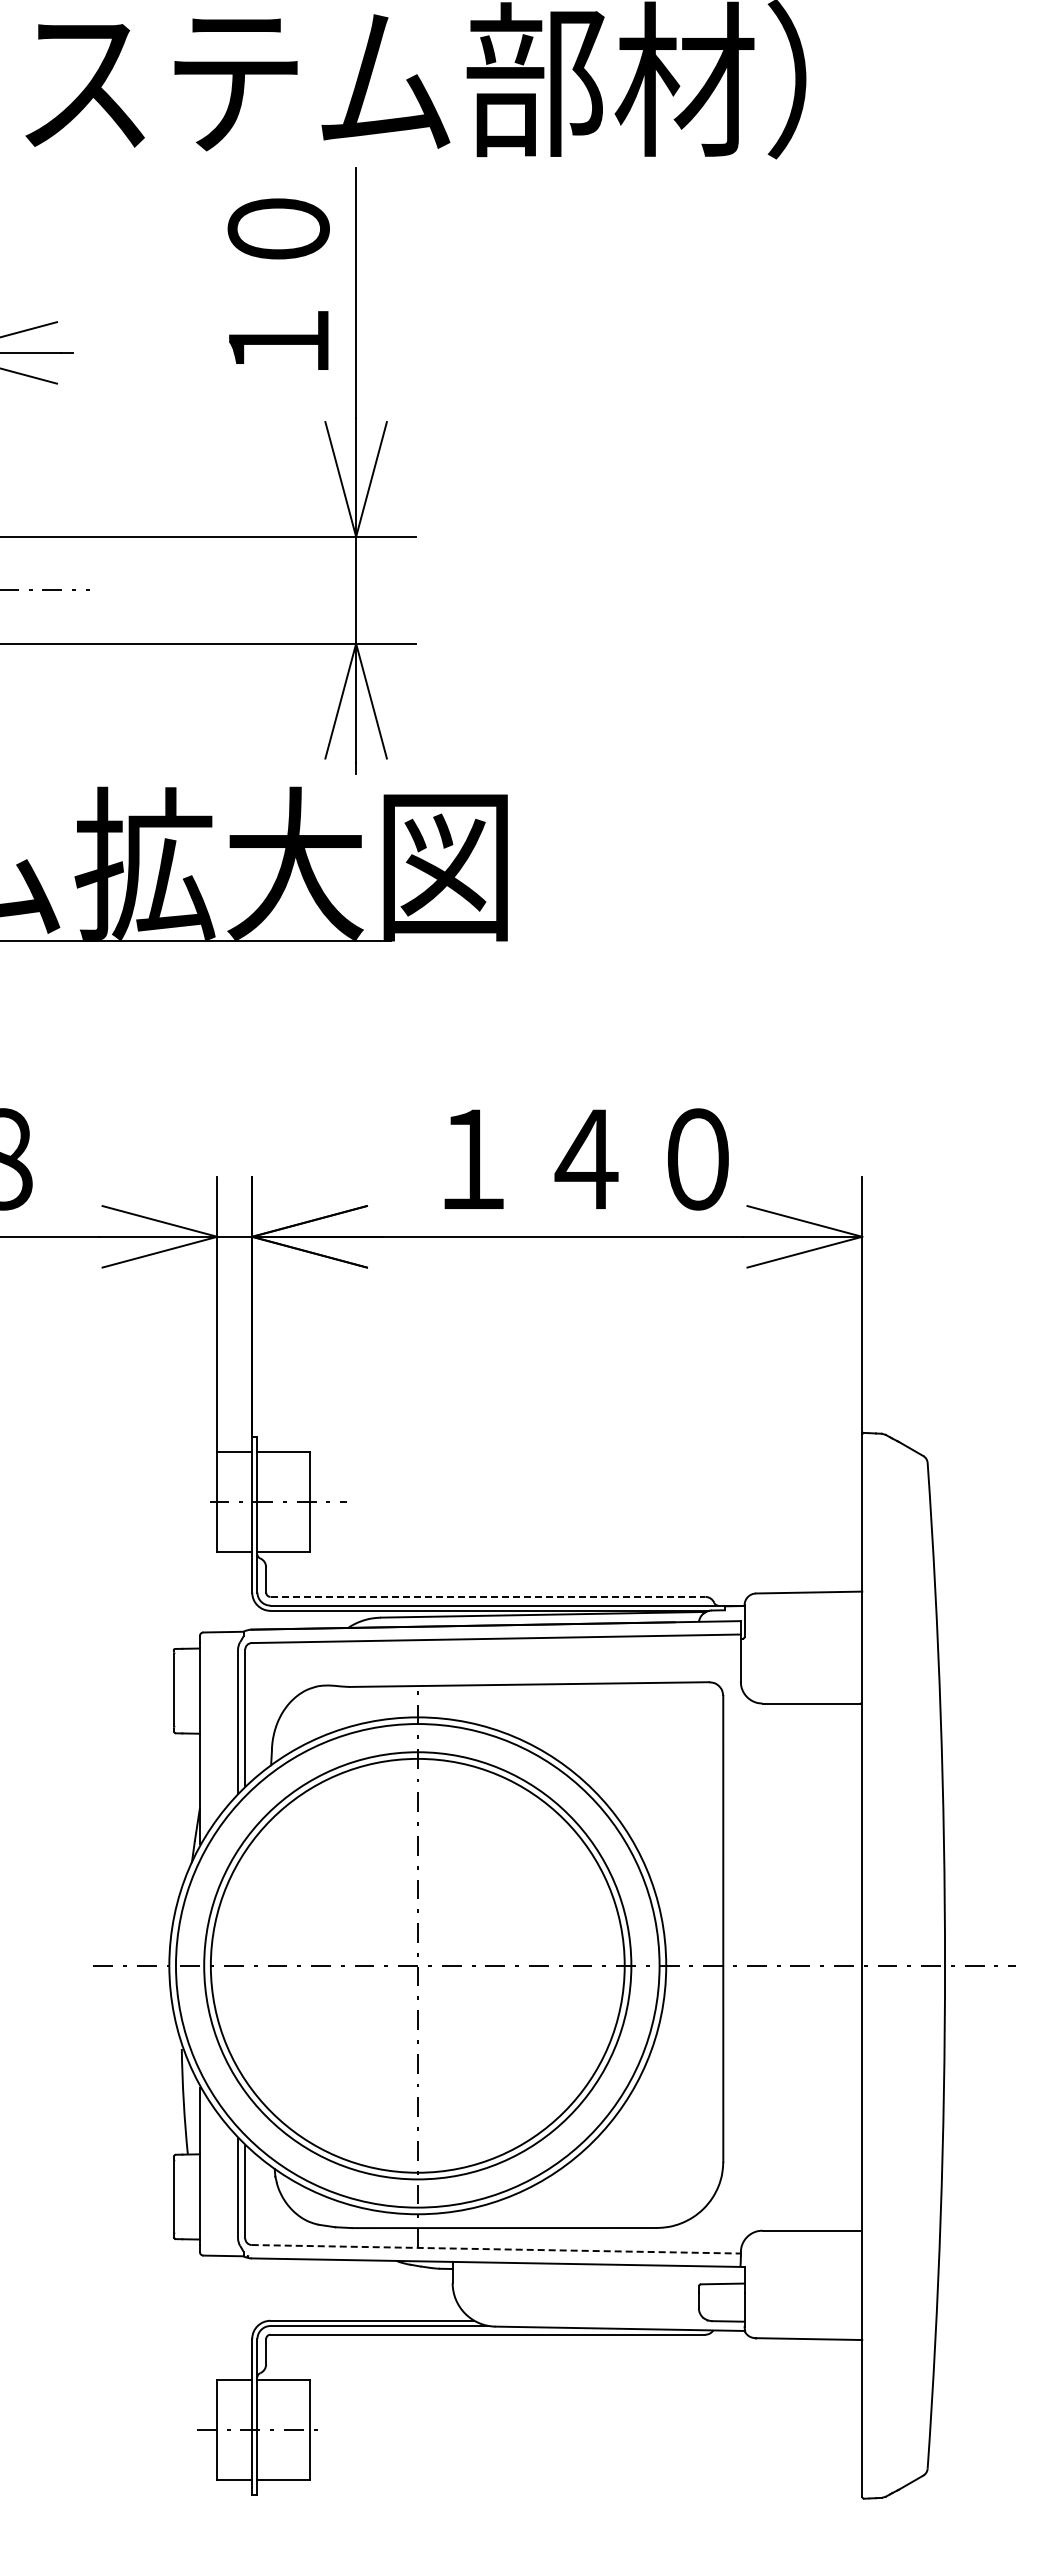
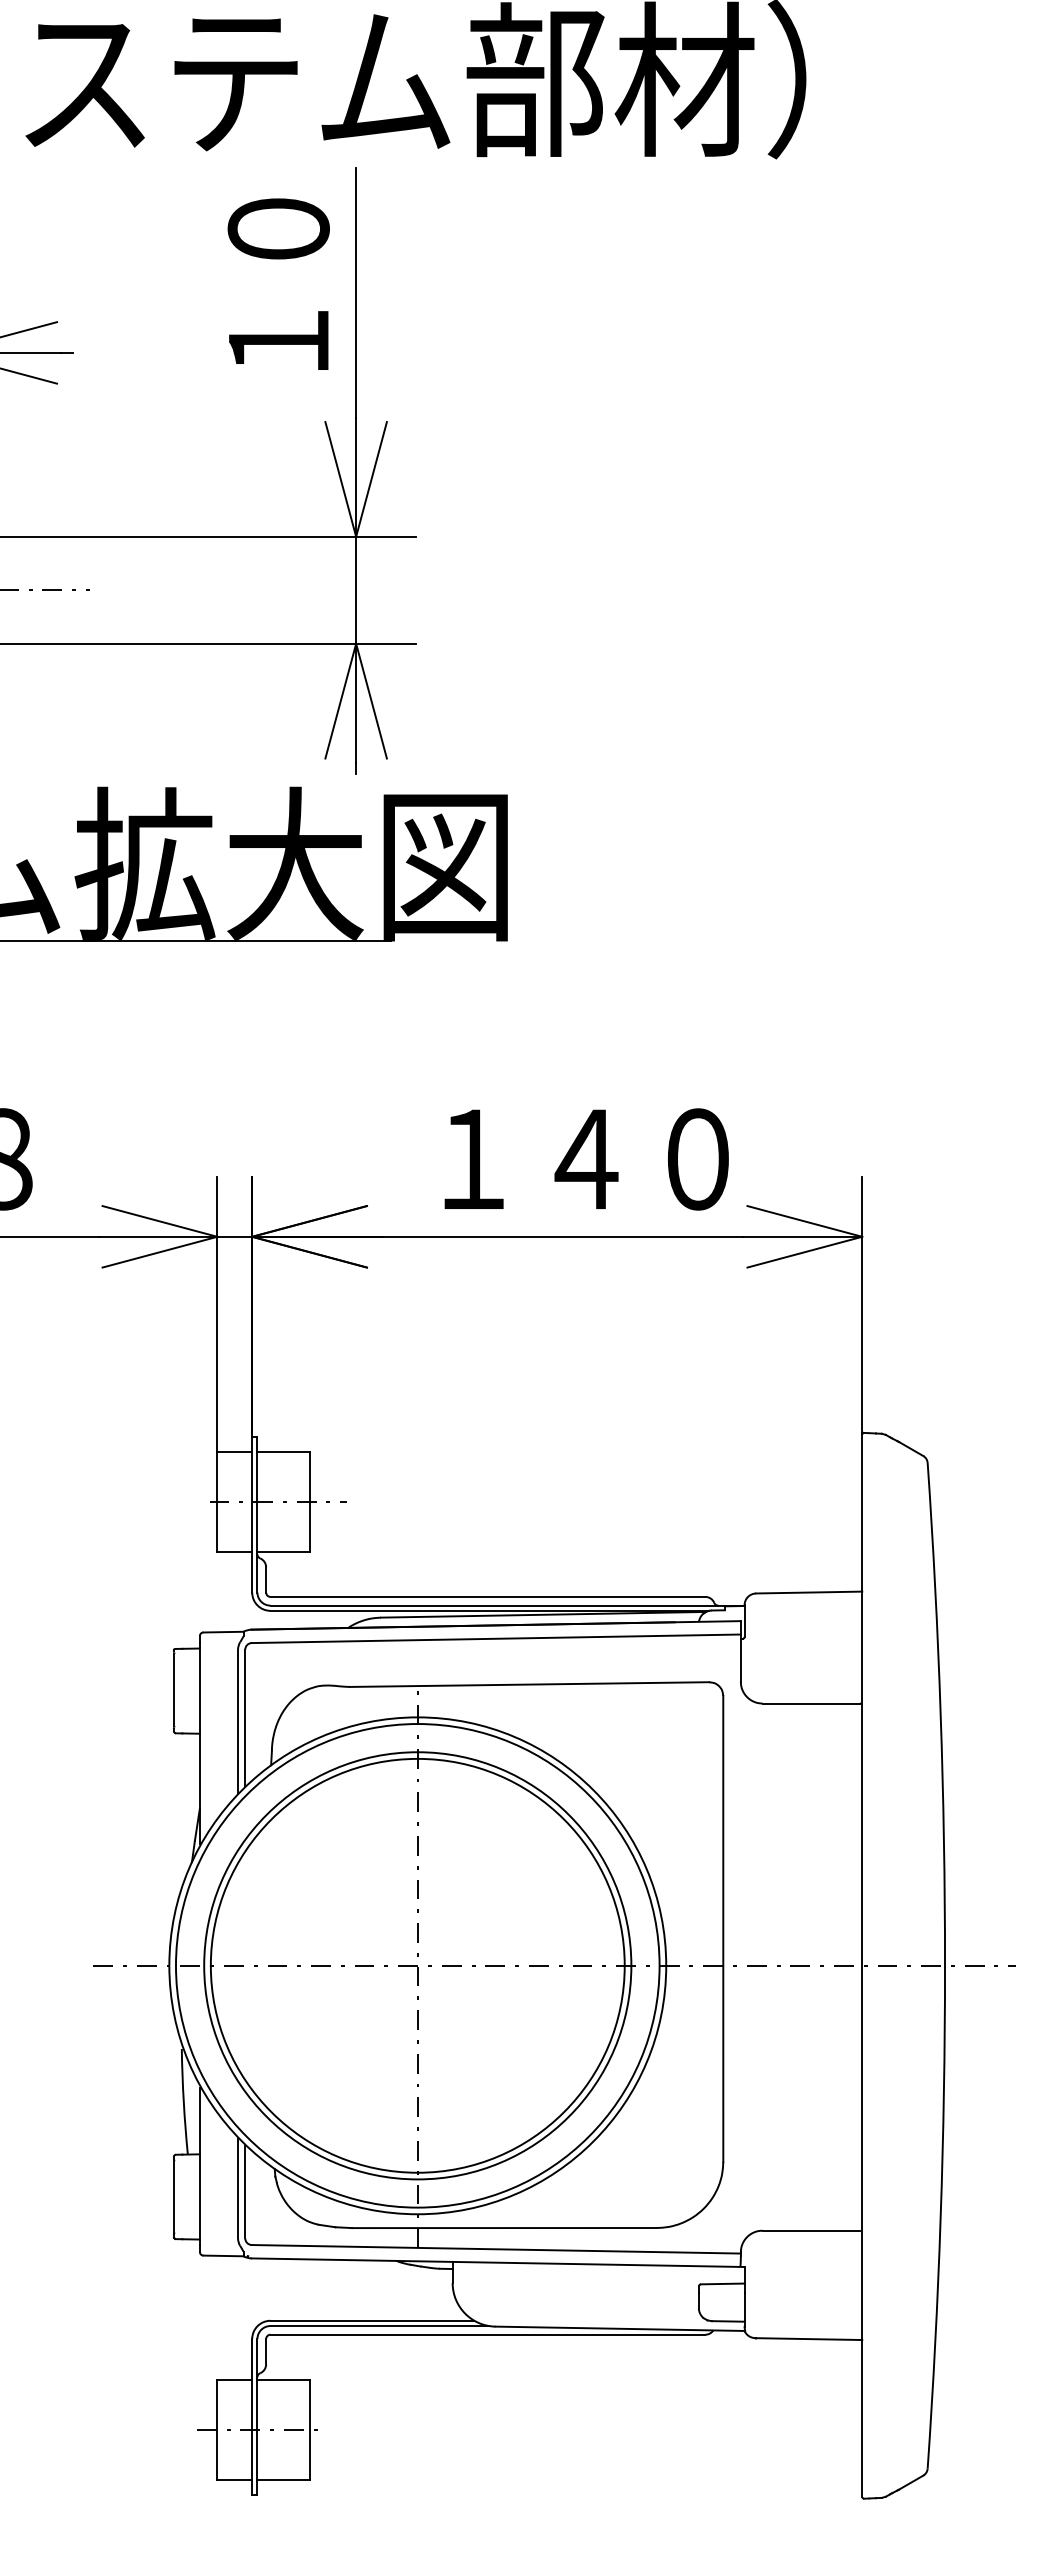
line at (488, 1596): dashed -> solid
line at (496, 2249): dashed -> solid
